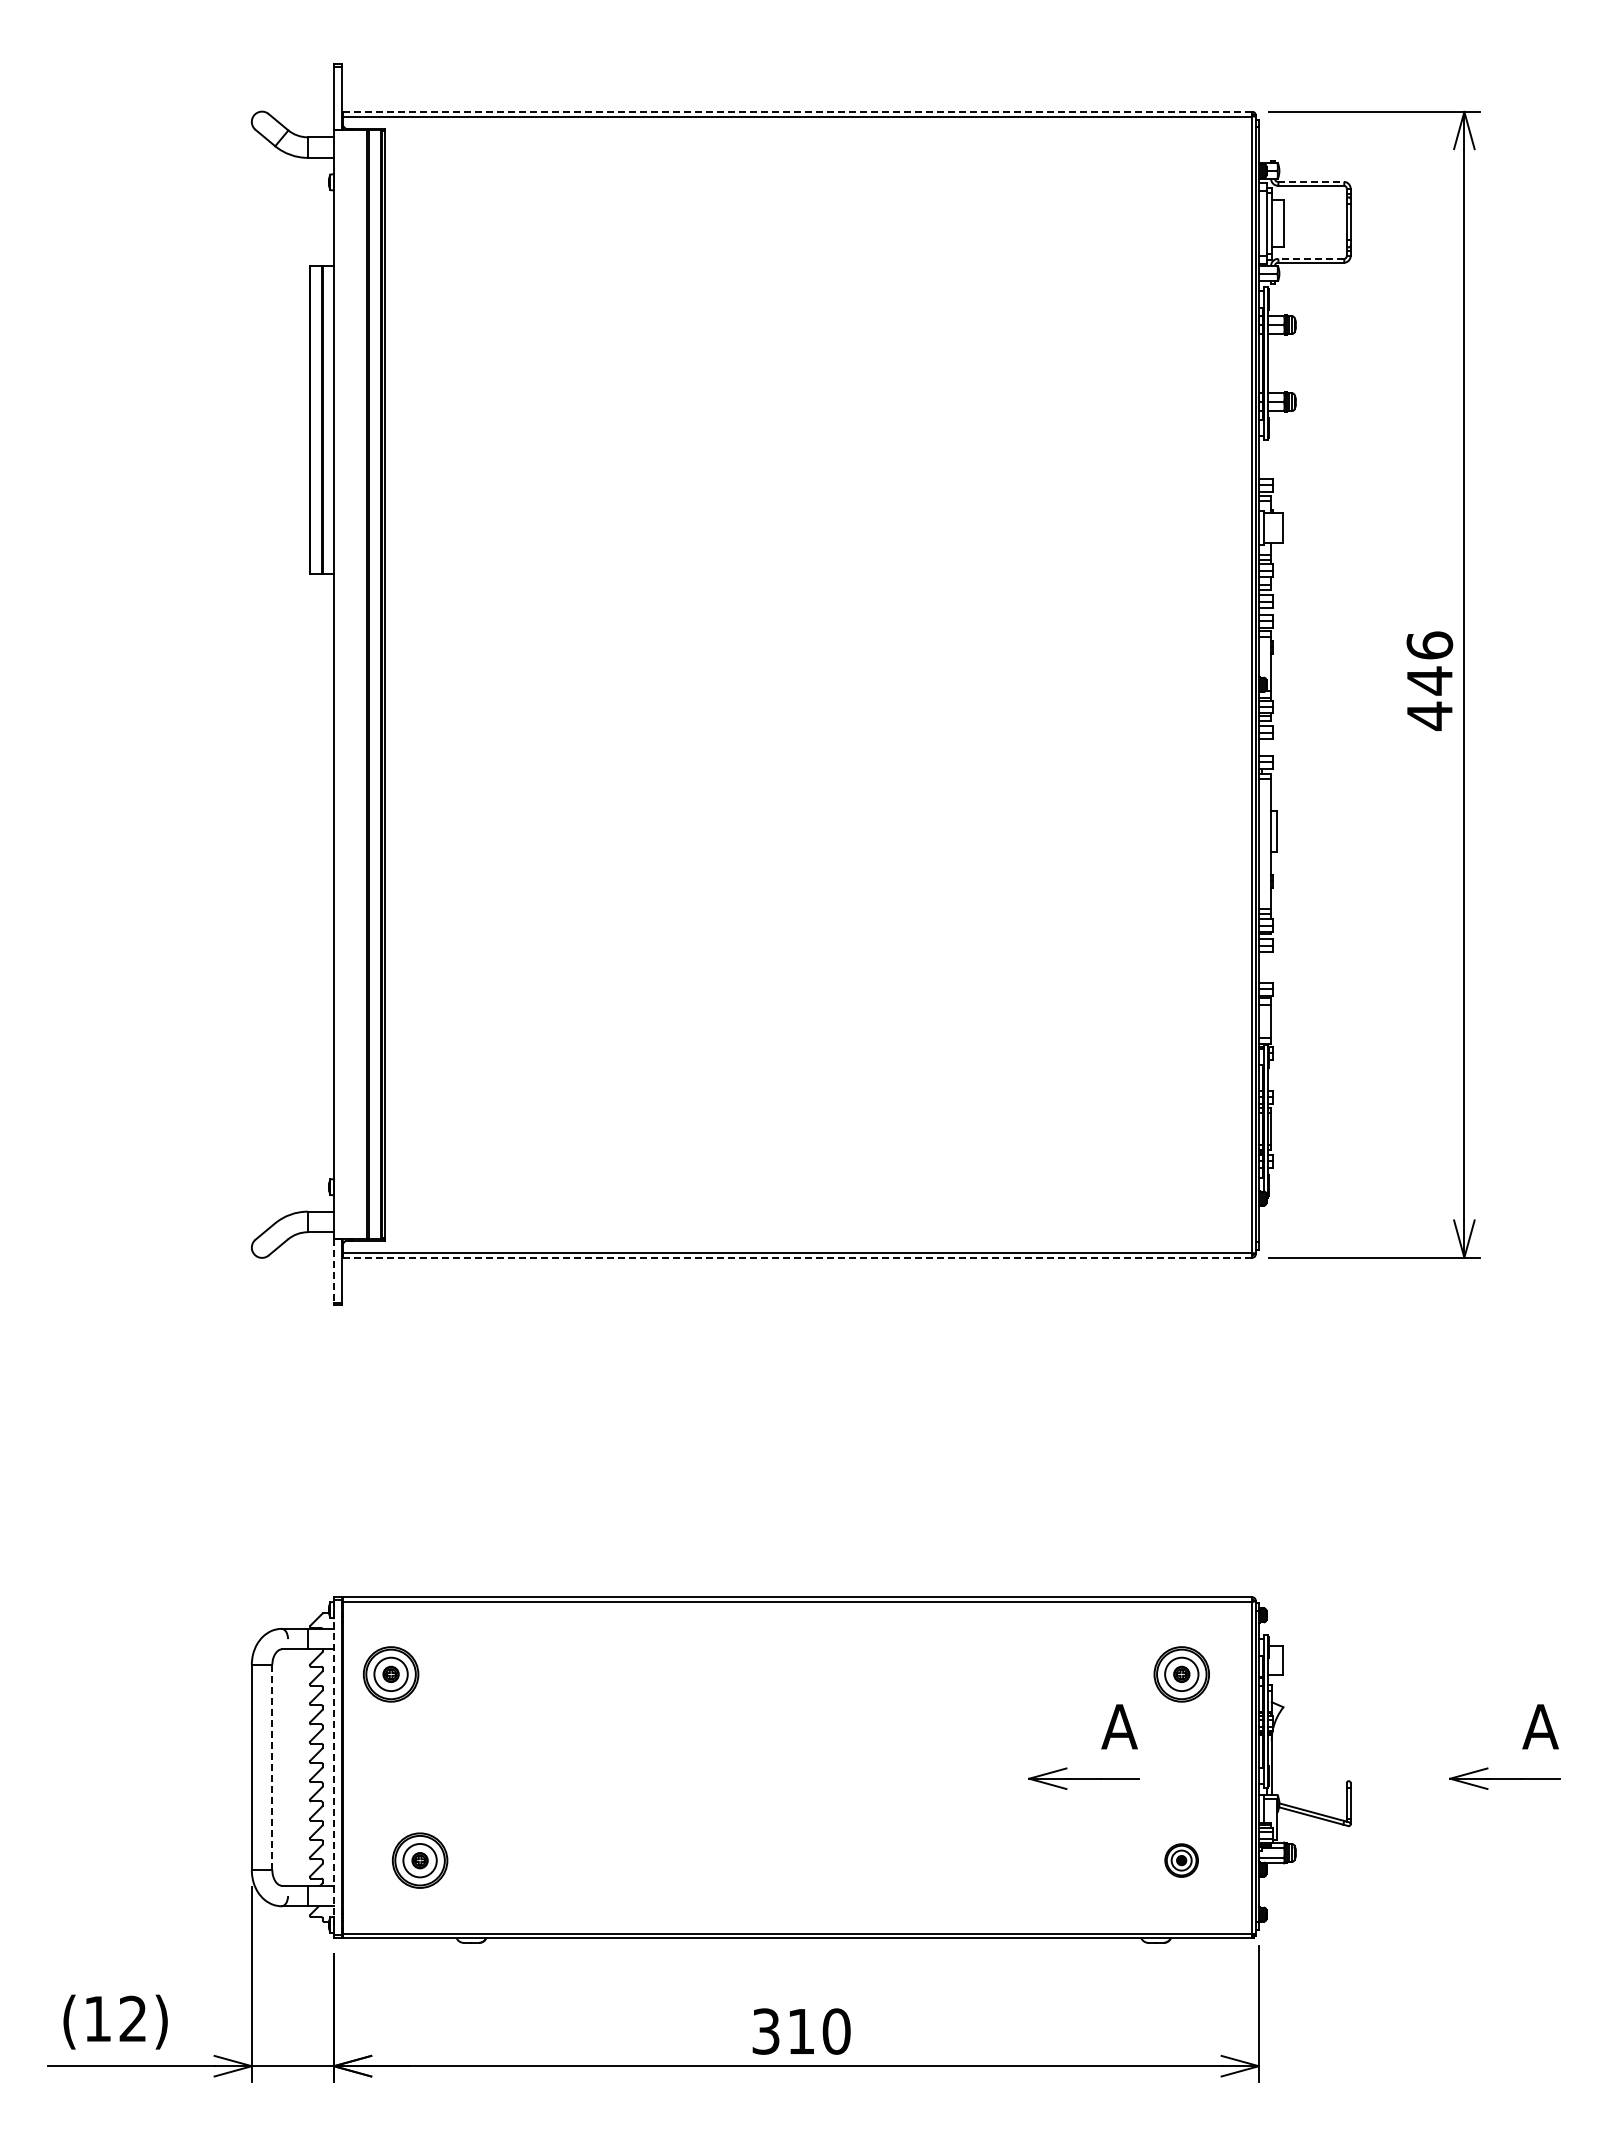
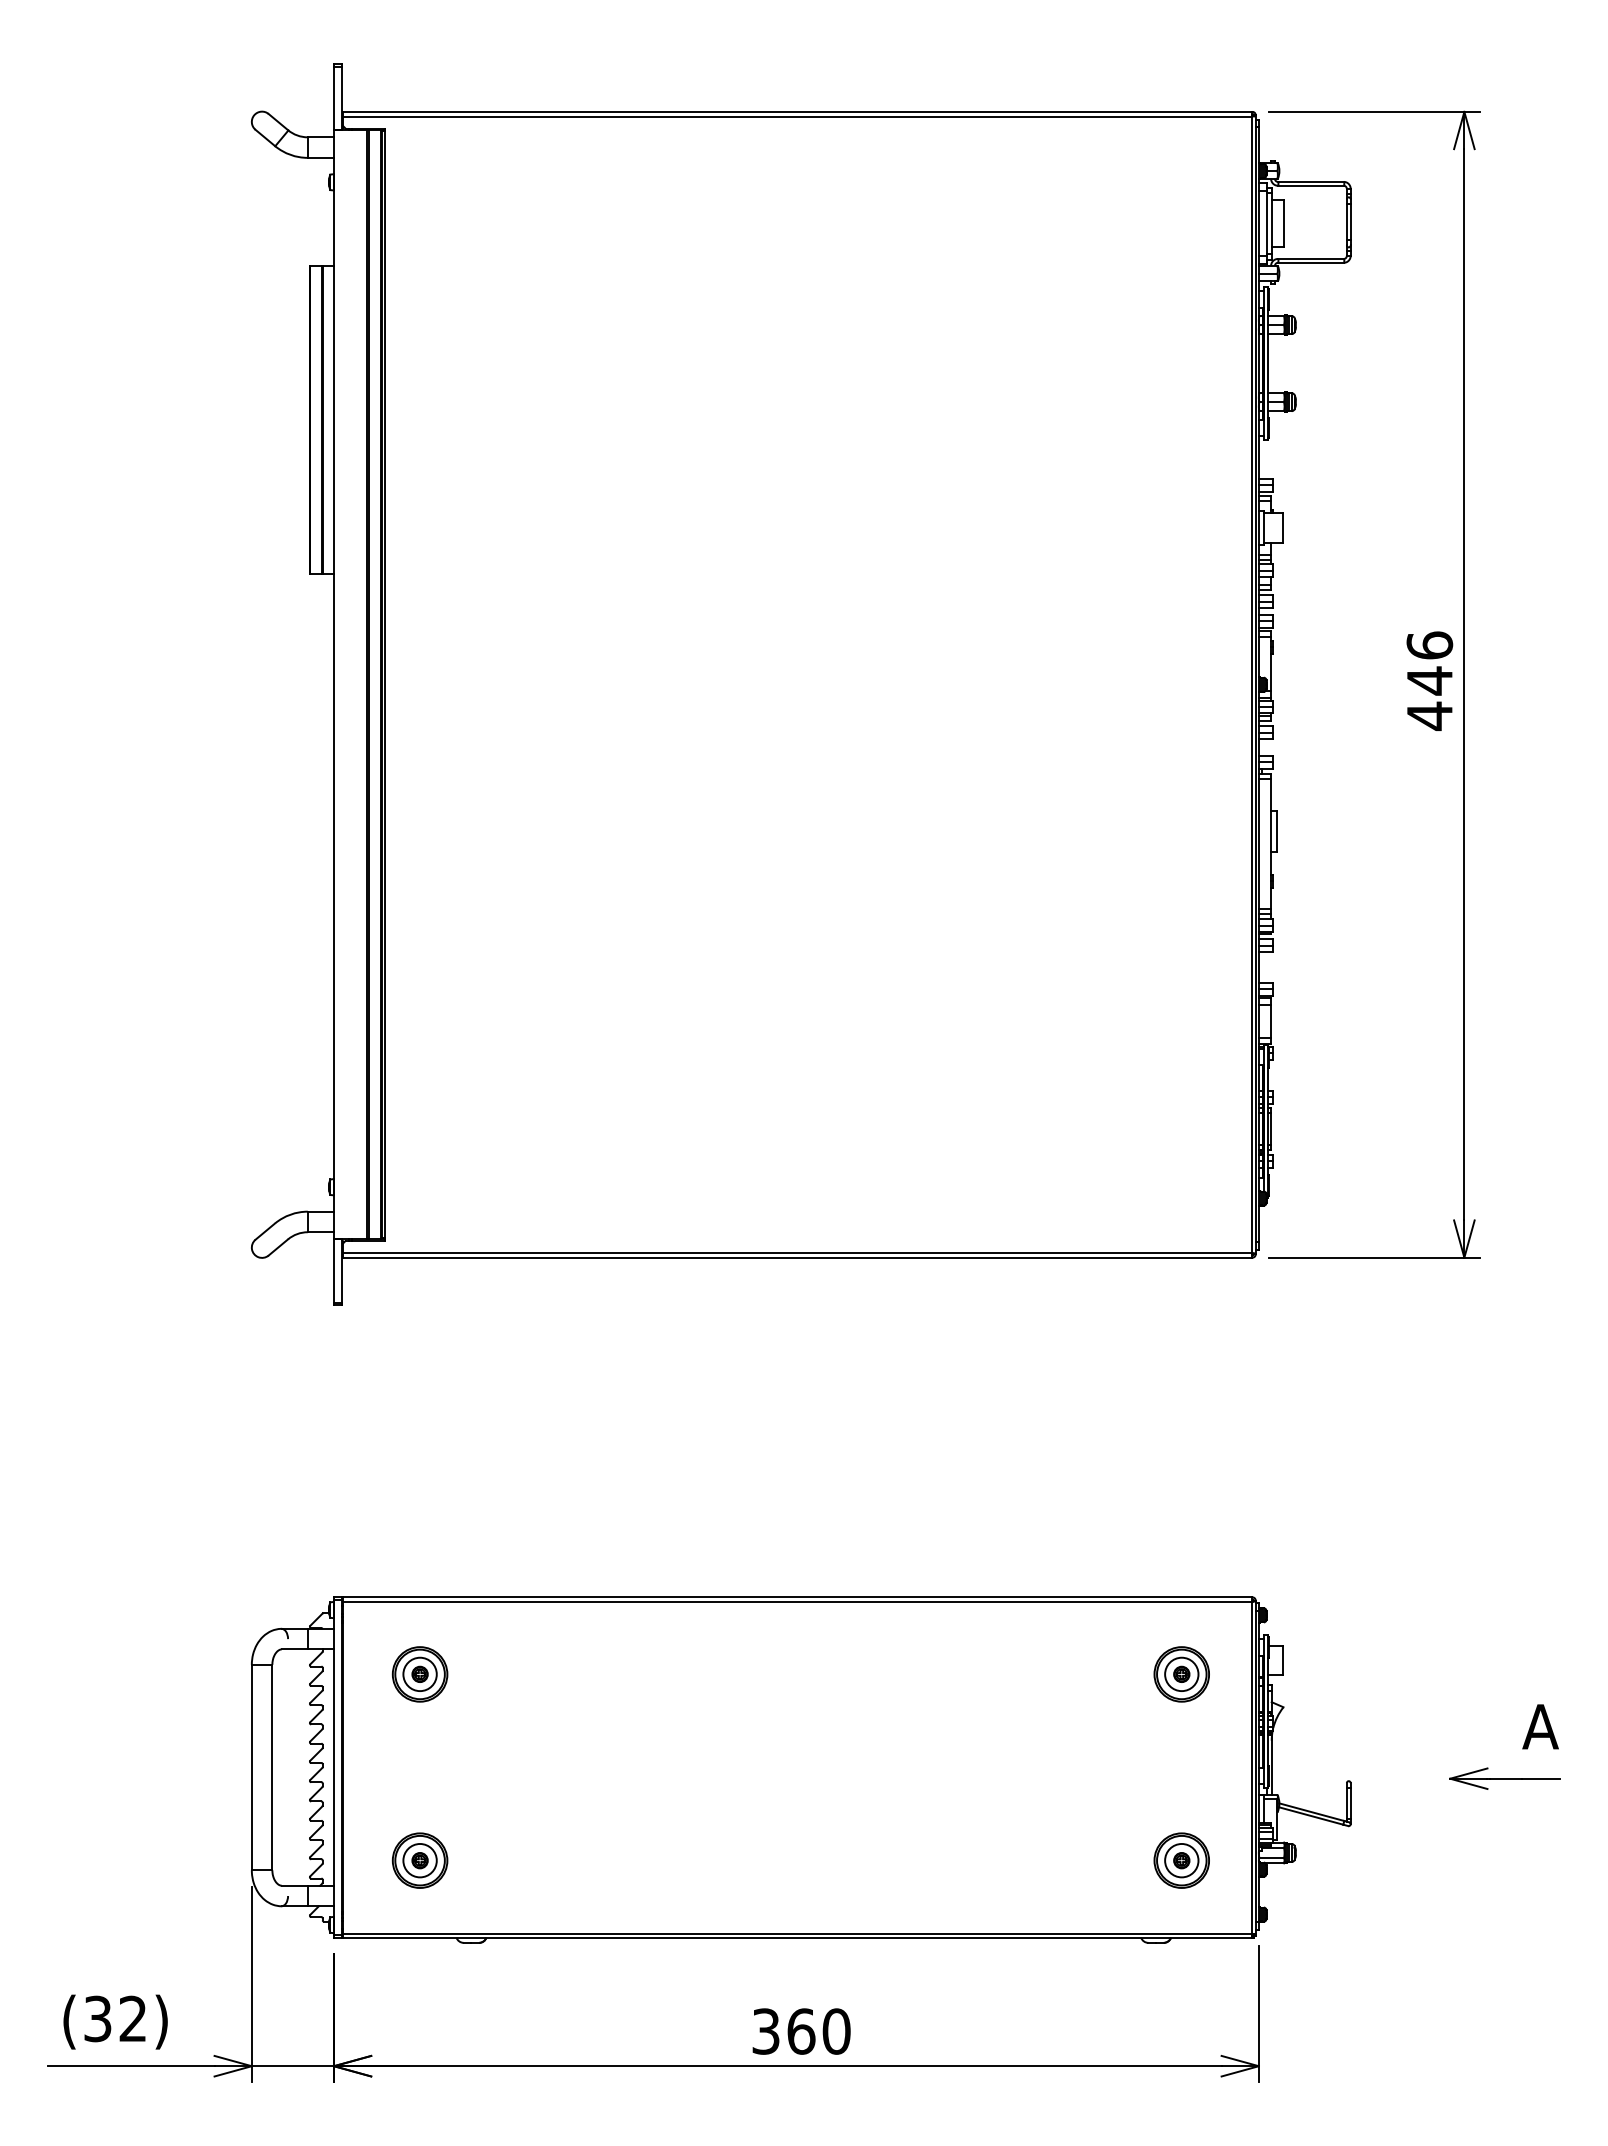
line at (797, 111): dashed -> solid
line at (1310, 181): dashed -> solid
line at (1310, 258): dashed -> solid
line at (797, 1257): dashed -> solid
line at (334, 1271): dashed -> solid
part at (390, 1674) position: (390, 1674) -> (419, 1674)
part at (1101, 1747): present -> none
line at (272, 1767): dashed -> solid
line at (334, 1767): dashed -> solid
part at (1181, 1860) size: 35x35 px -> 57x57 px
text at (97, 2018): (12) -> (32)
text at (801, 2031): 310 -> 360
